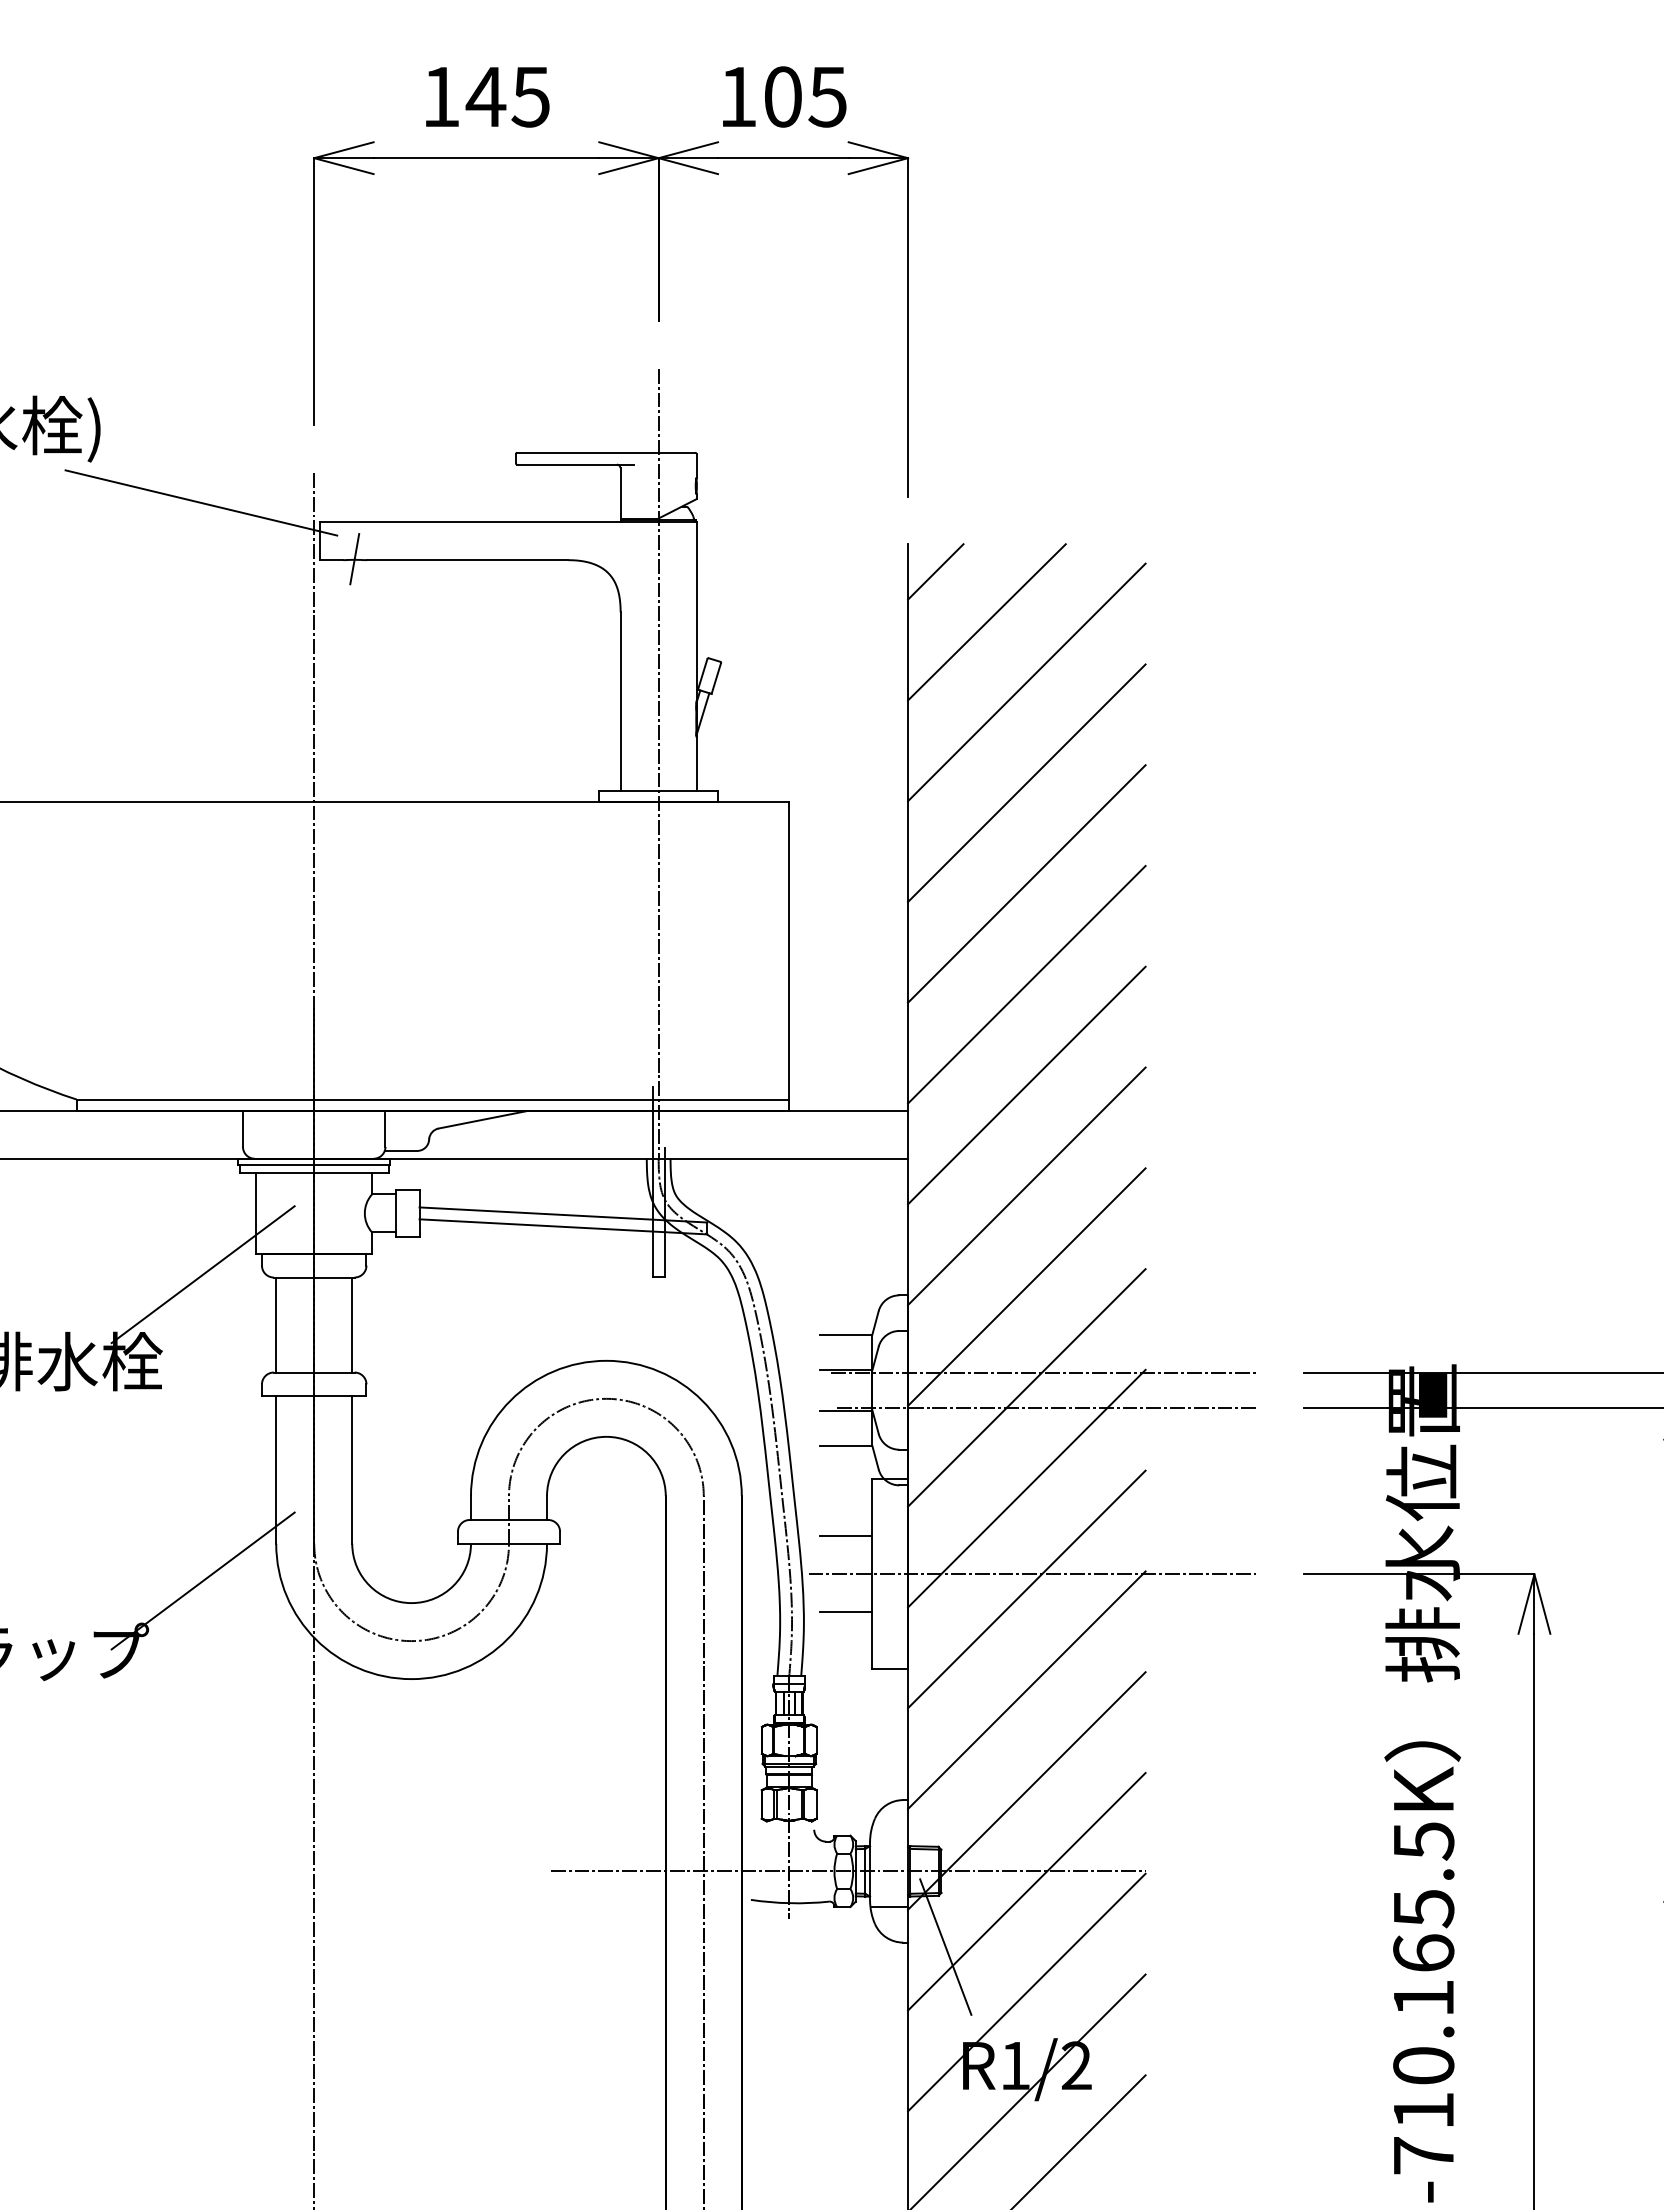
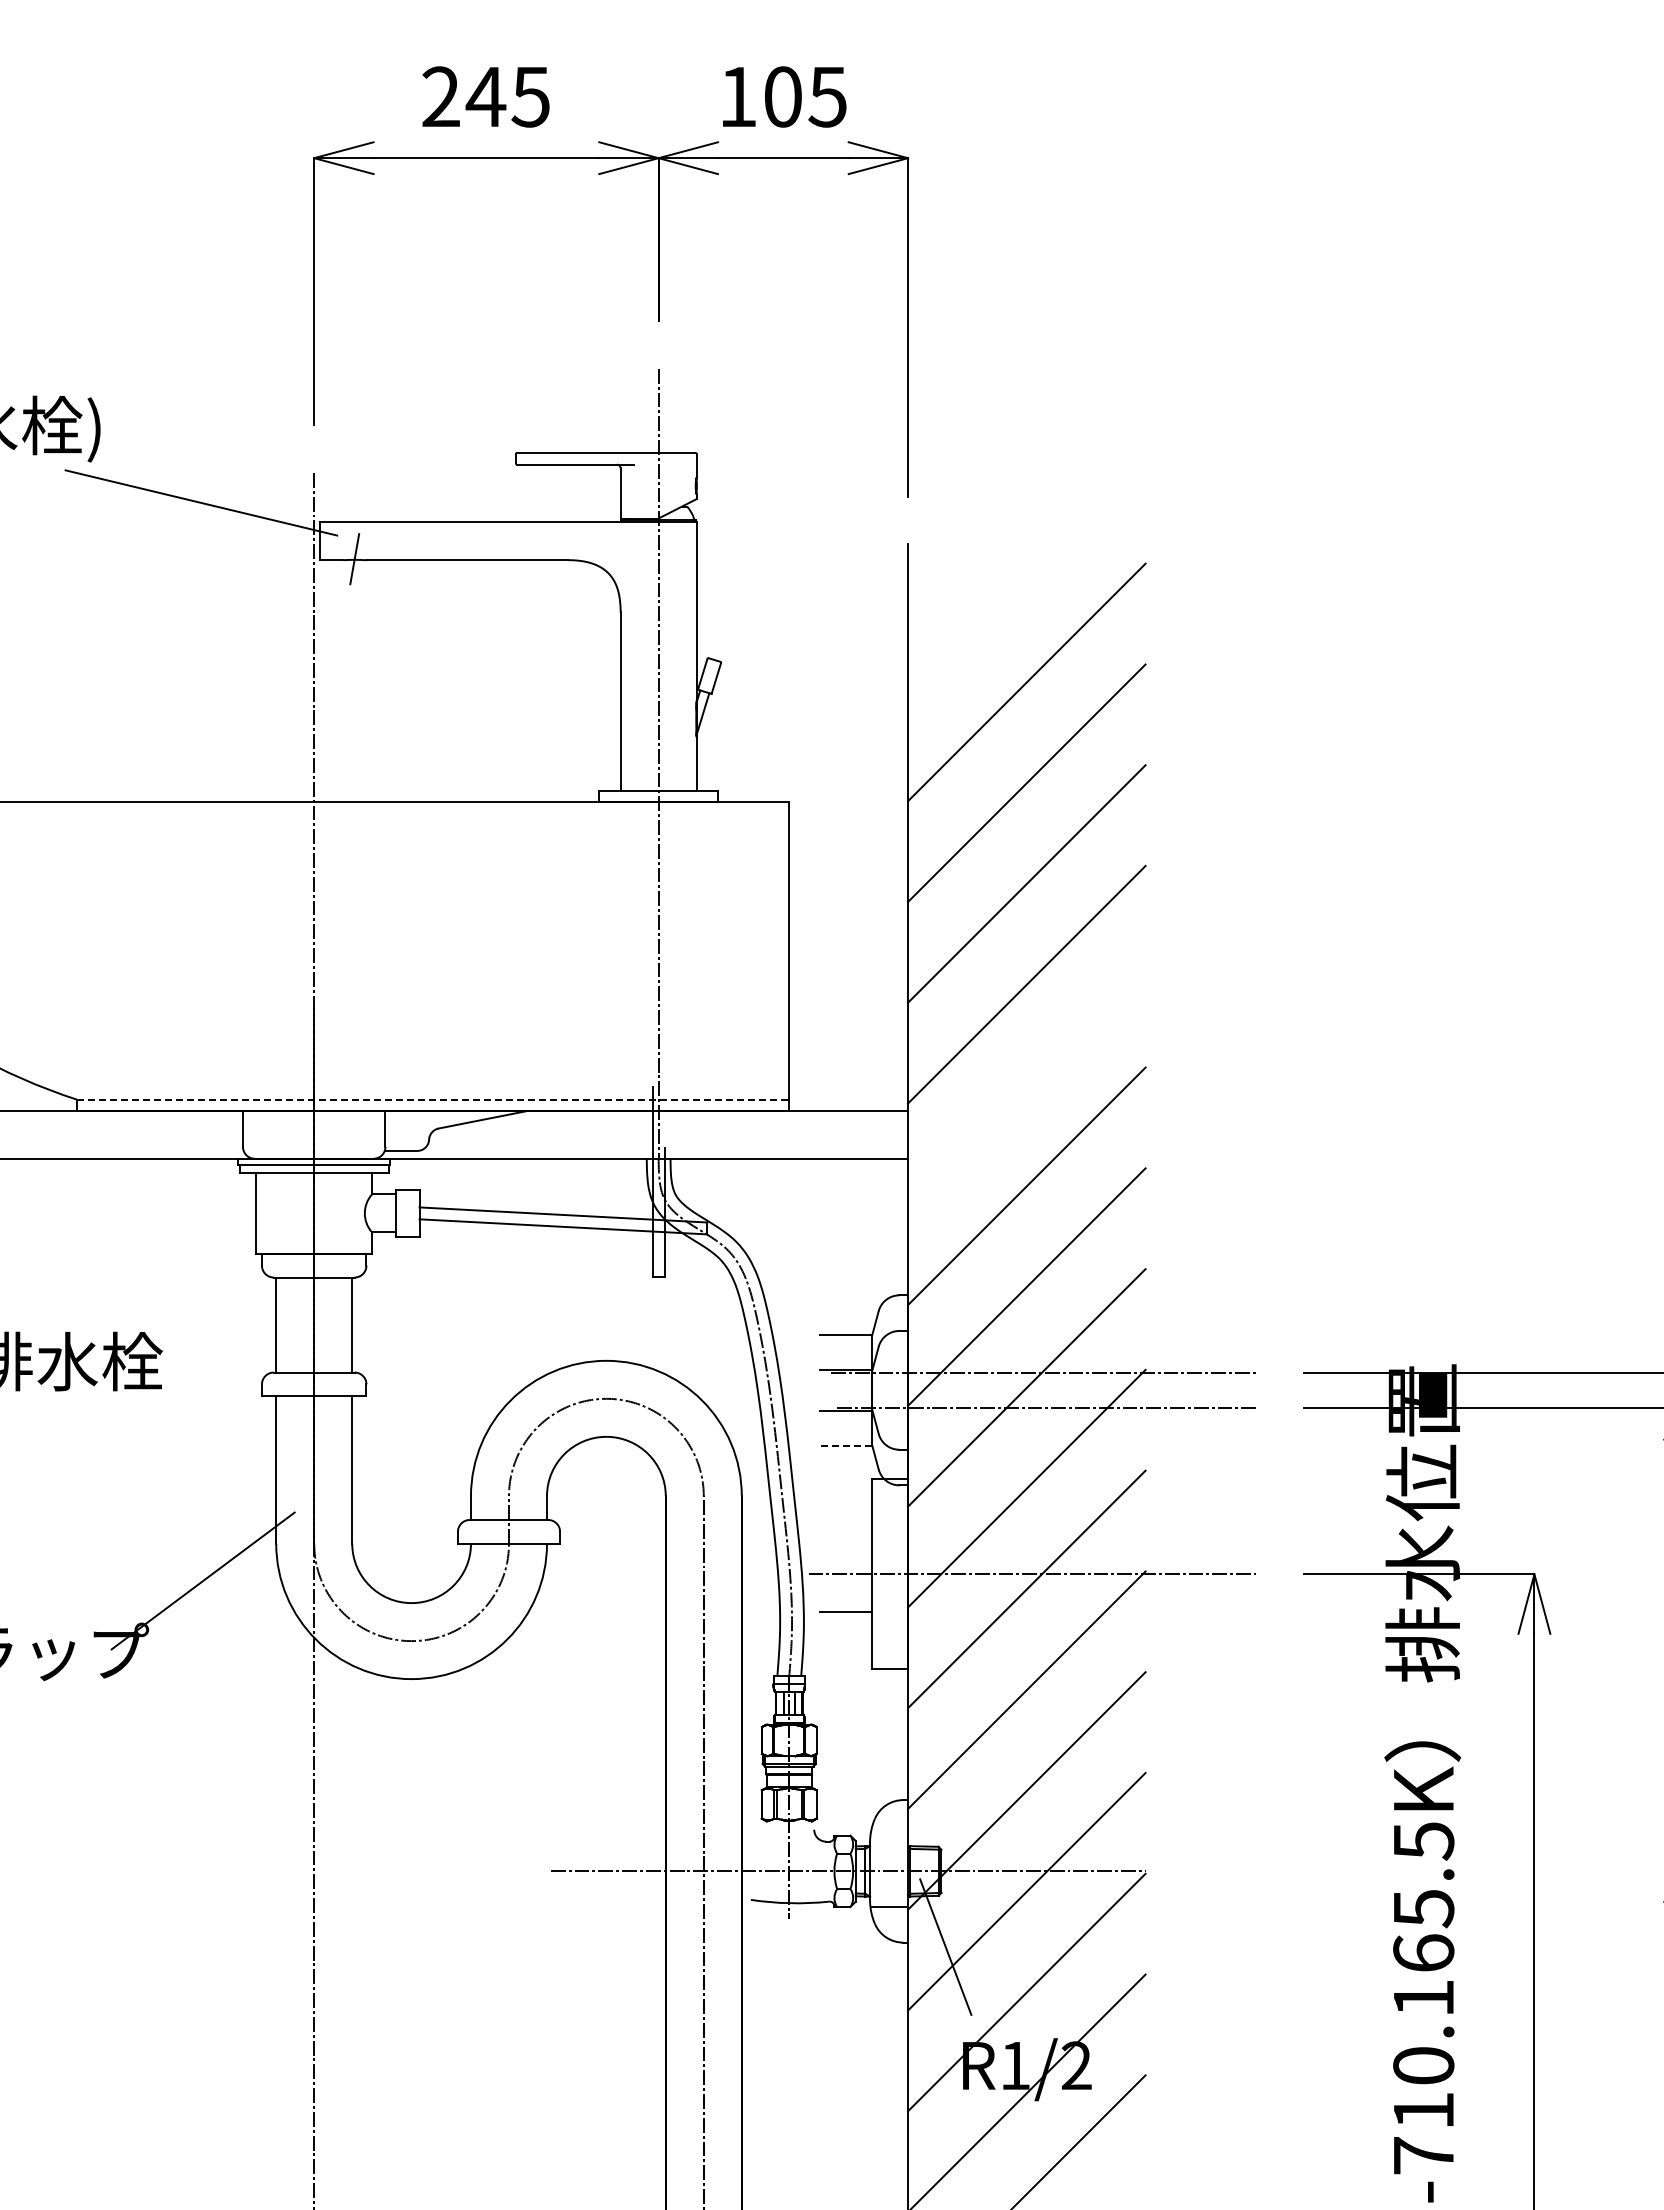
text at (440, 96): 145 -> 245
line at (935, 571): present -> none
line at (986, 622): present -> none
line at (1026, 1085): present -> none
line at (433, 1099): solid -> dashed
line at (202, 1274): present -> none
line at (845, 1446): solid -> dashed
line at (845, 1536): present -> none
